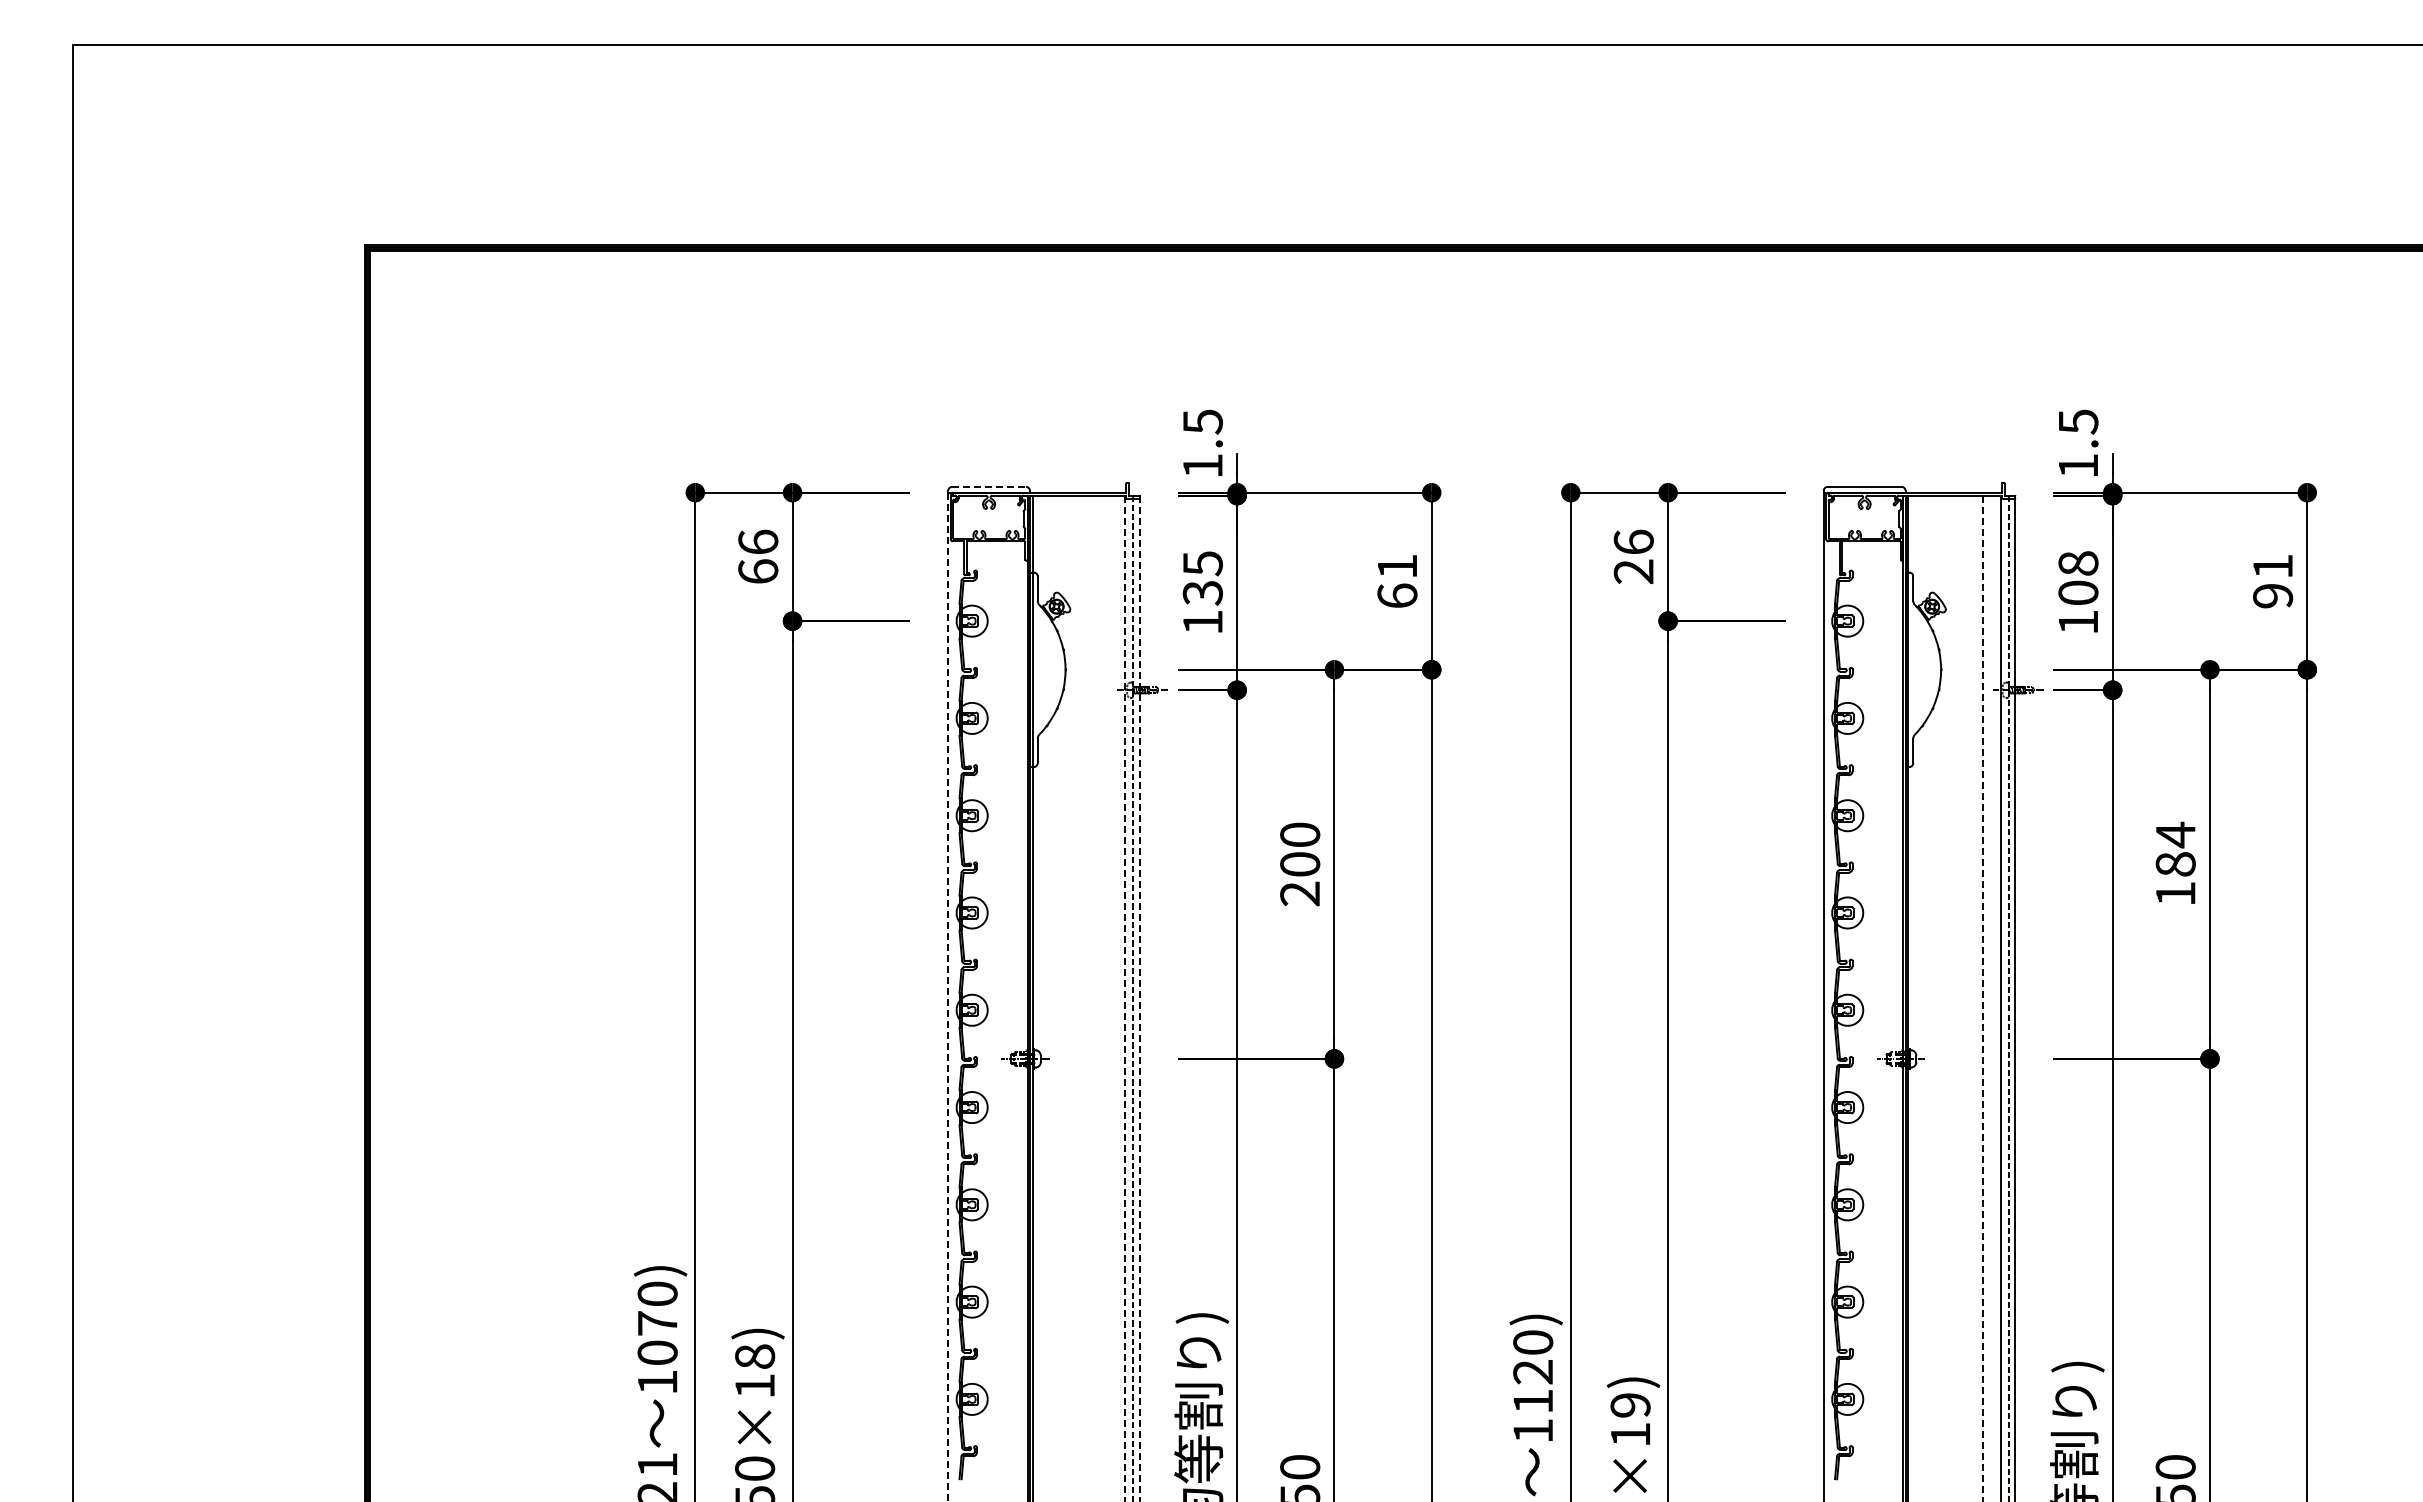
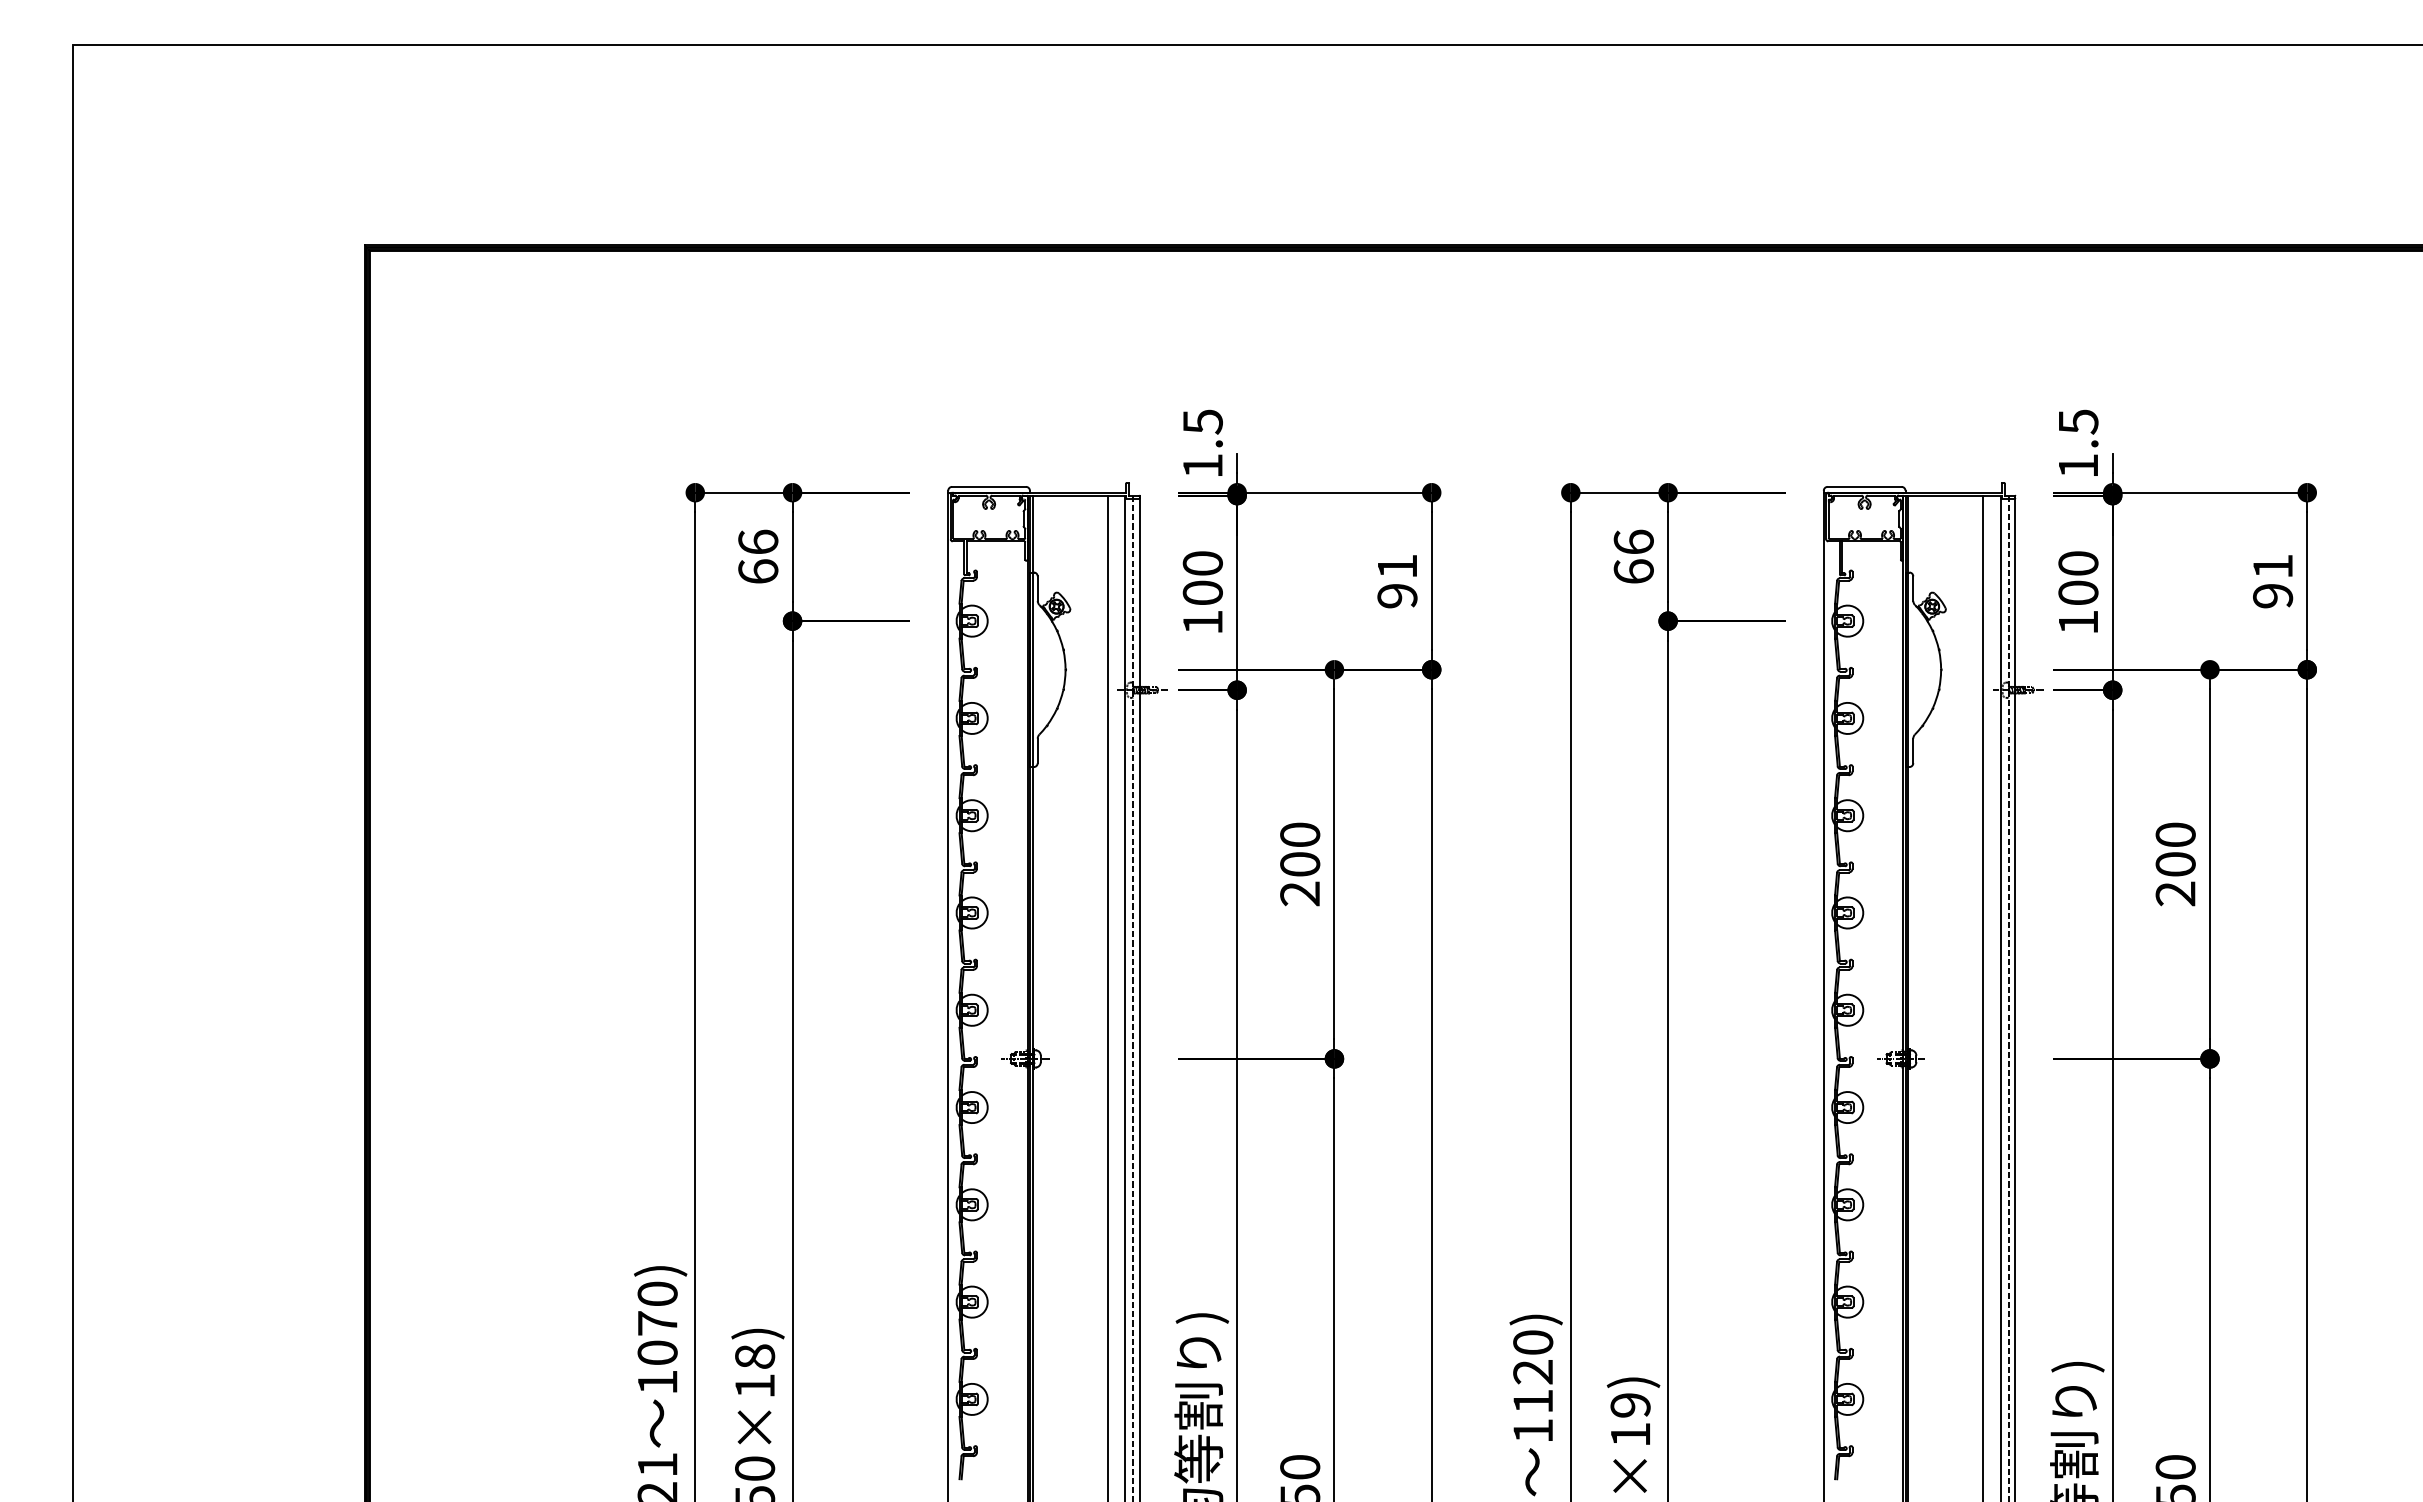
line at (989, 486): dashed -> solid
text at (2078, 563): 108 -> 100
text at (1633, 571): 26 -> 66
text at (1202, 578): 135 -> 100
text at (1397, 595): 61 -> 91
text at (2175, 863): 184 -> 200
line at (1107, 996): none -> present
line at (948, 997): dashed -> solid
line at (1125, 998): dashed -> solid
line at (1139, 998): dashed -> solid
line at (1983, 998): dashed -> solid
